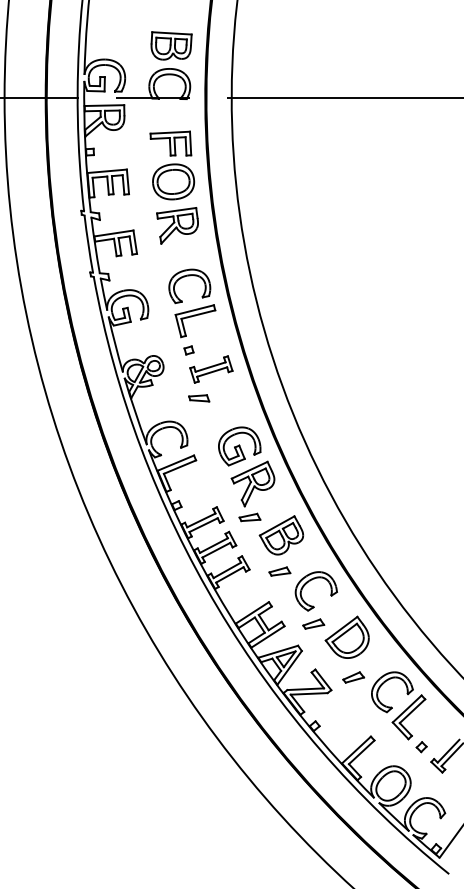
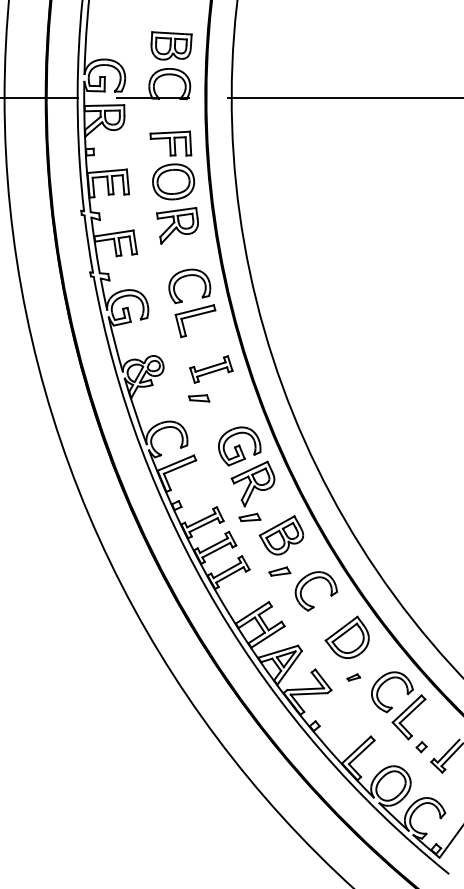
part at (188, 350): present -> none
part at (313, 623): present -> none
part at (353, 677) size: 24x13 px -> 16x9 px
